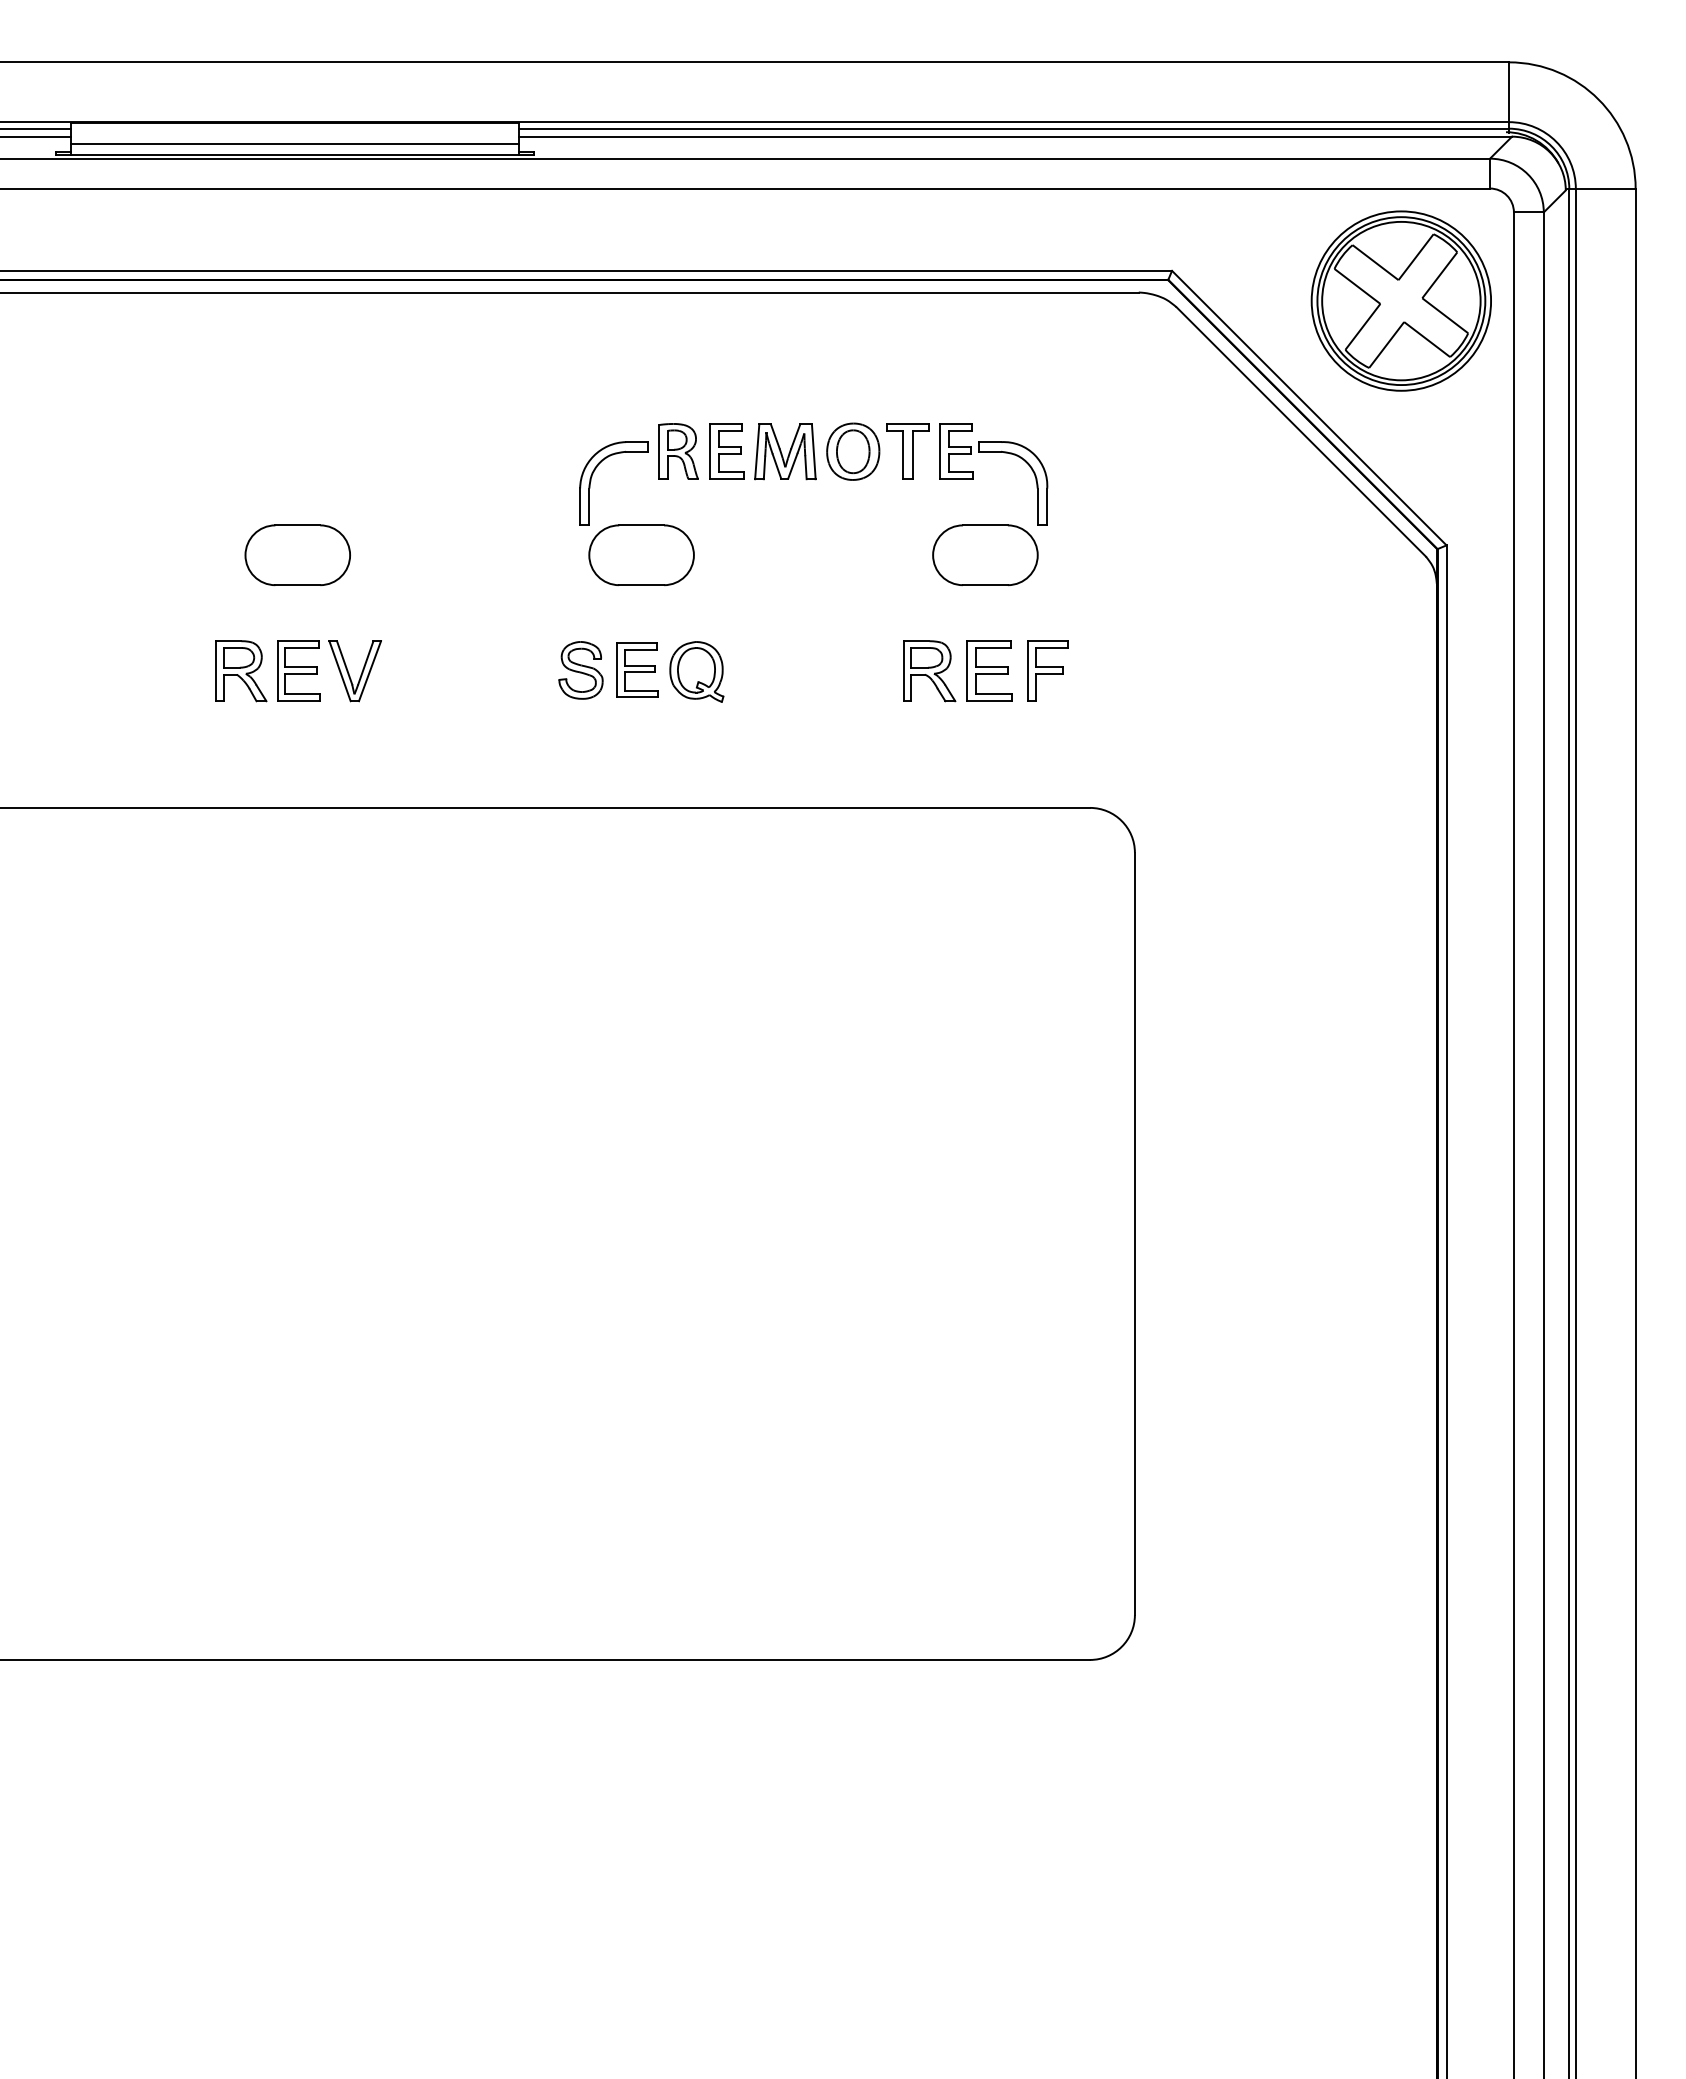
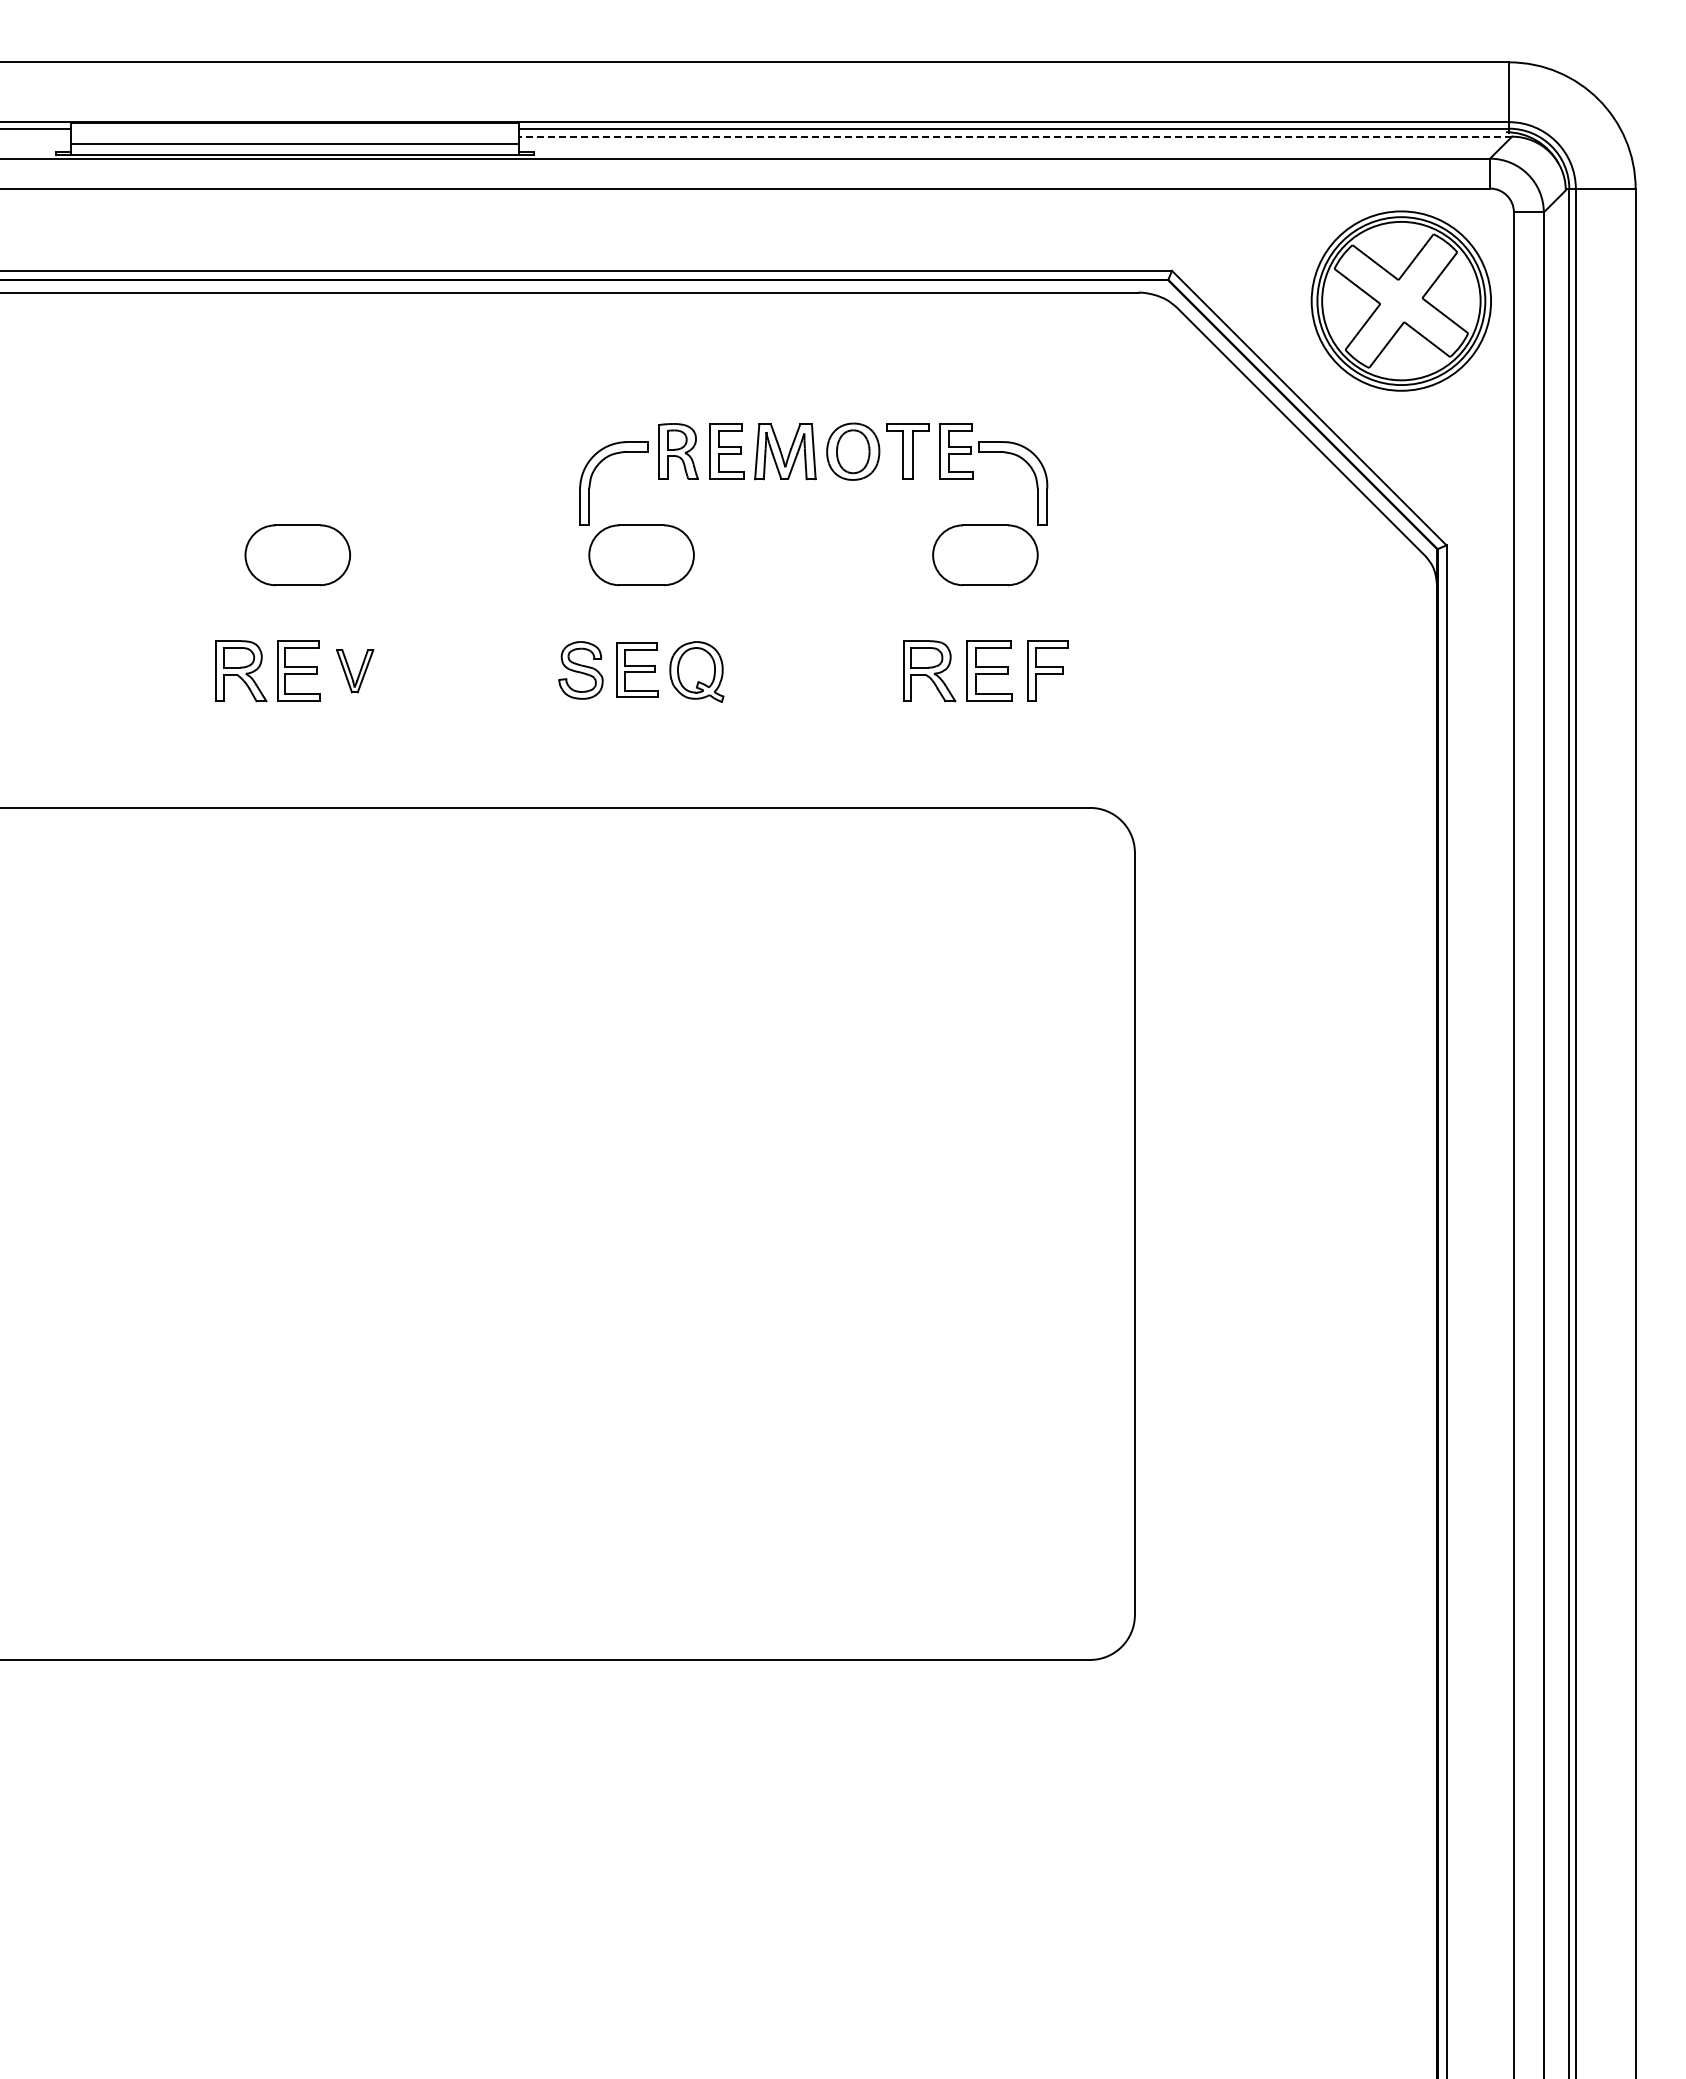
line at (36, 136): present -> none
line at (1015, 136): solid -> dashed
part at (354, 671) size: 54x63 px -> 39x45 px
